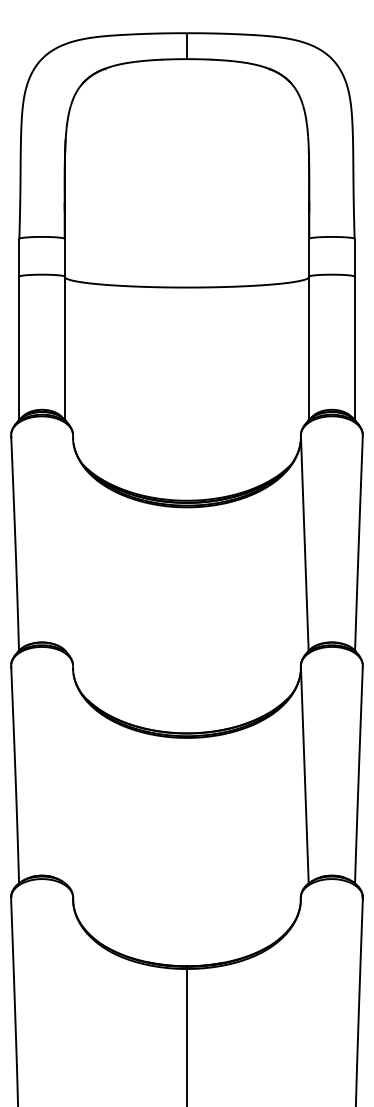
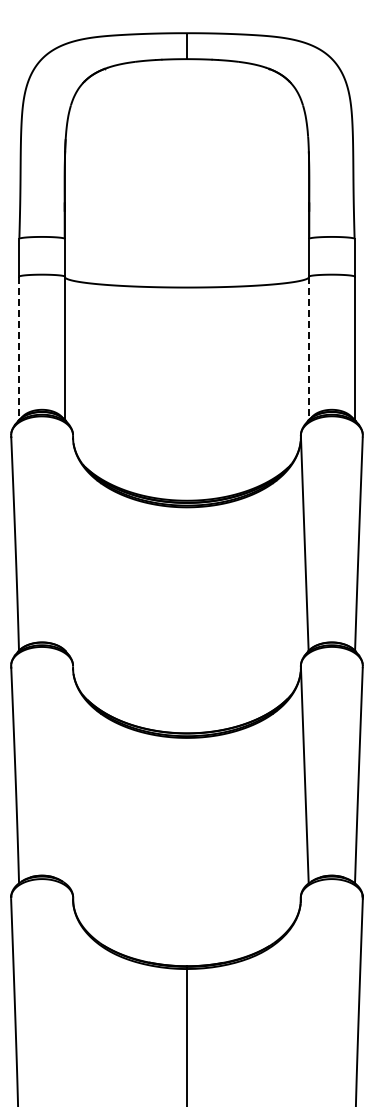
line at (19, 348): solid -> dashed
line at (309, 348): solid -> dashed
